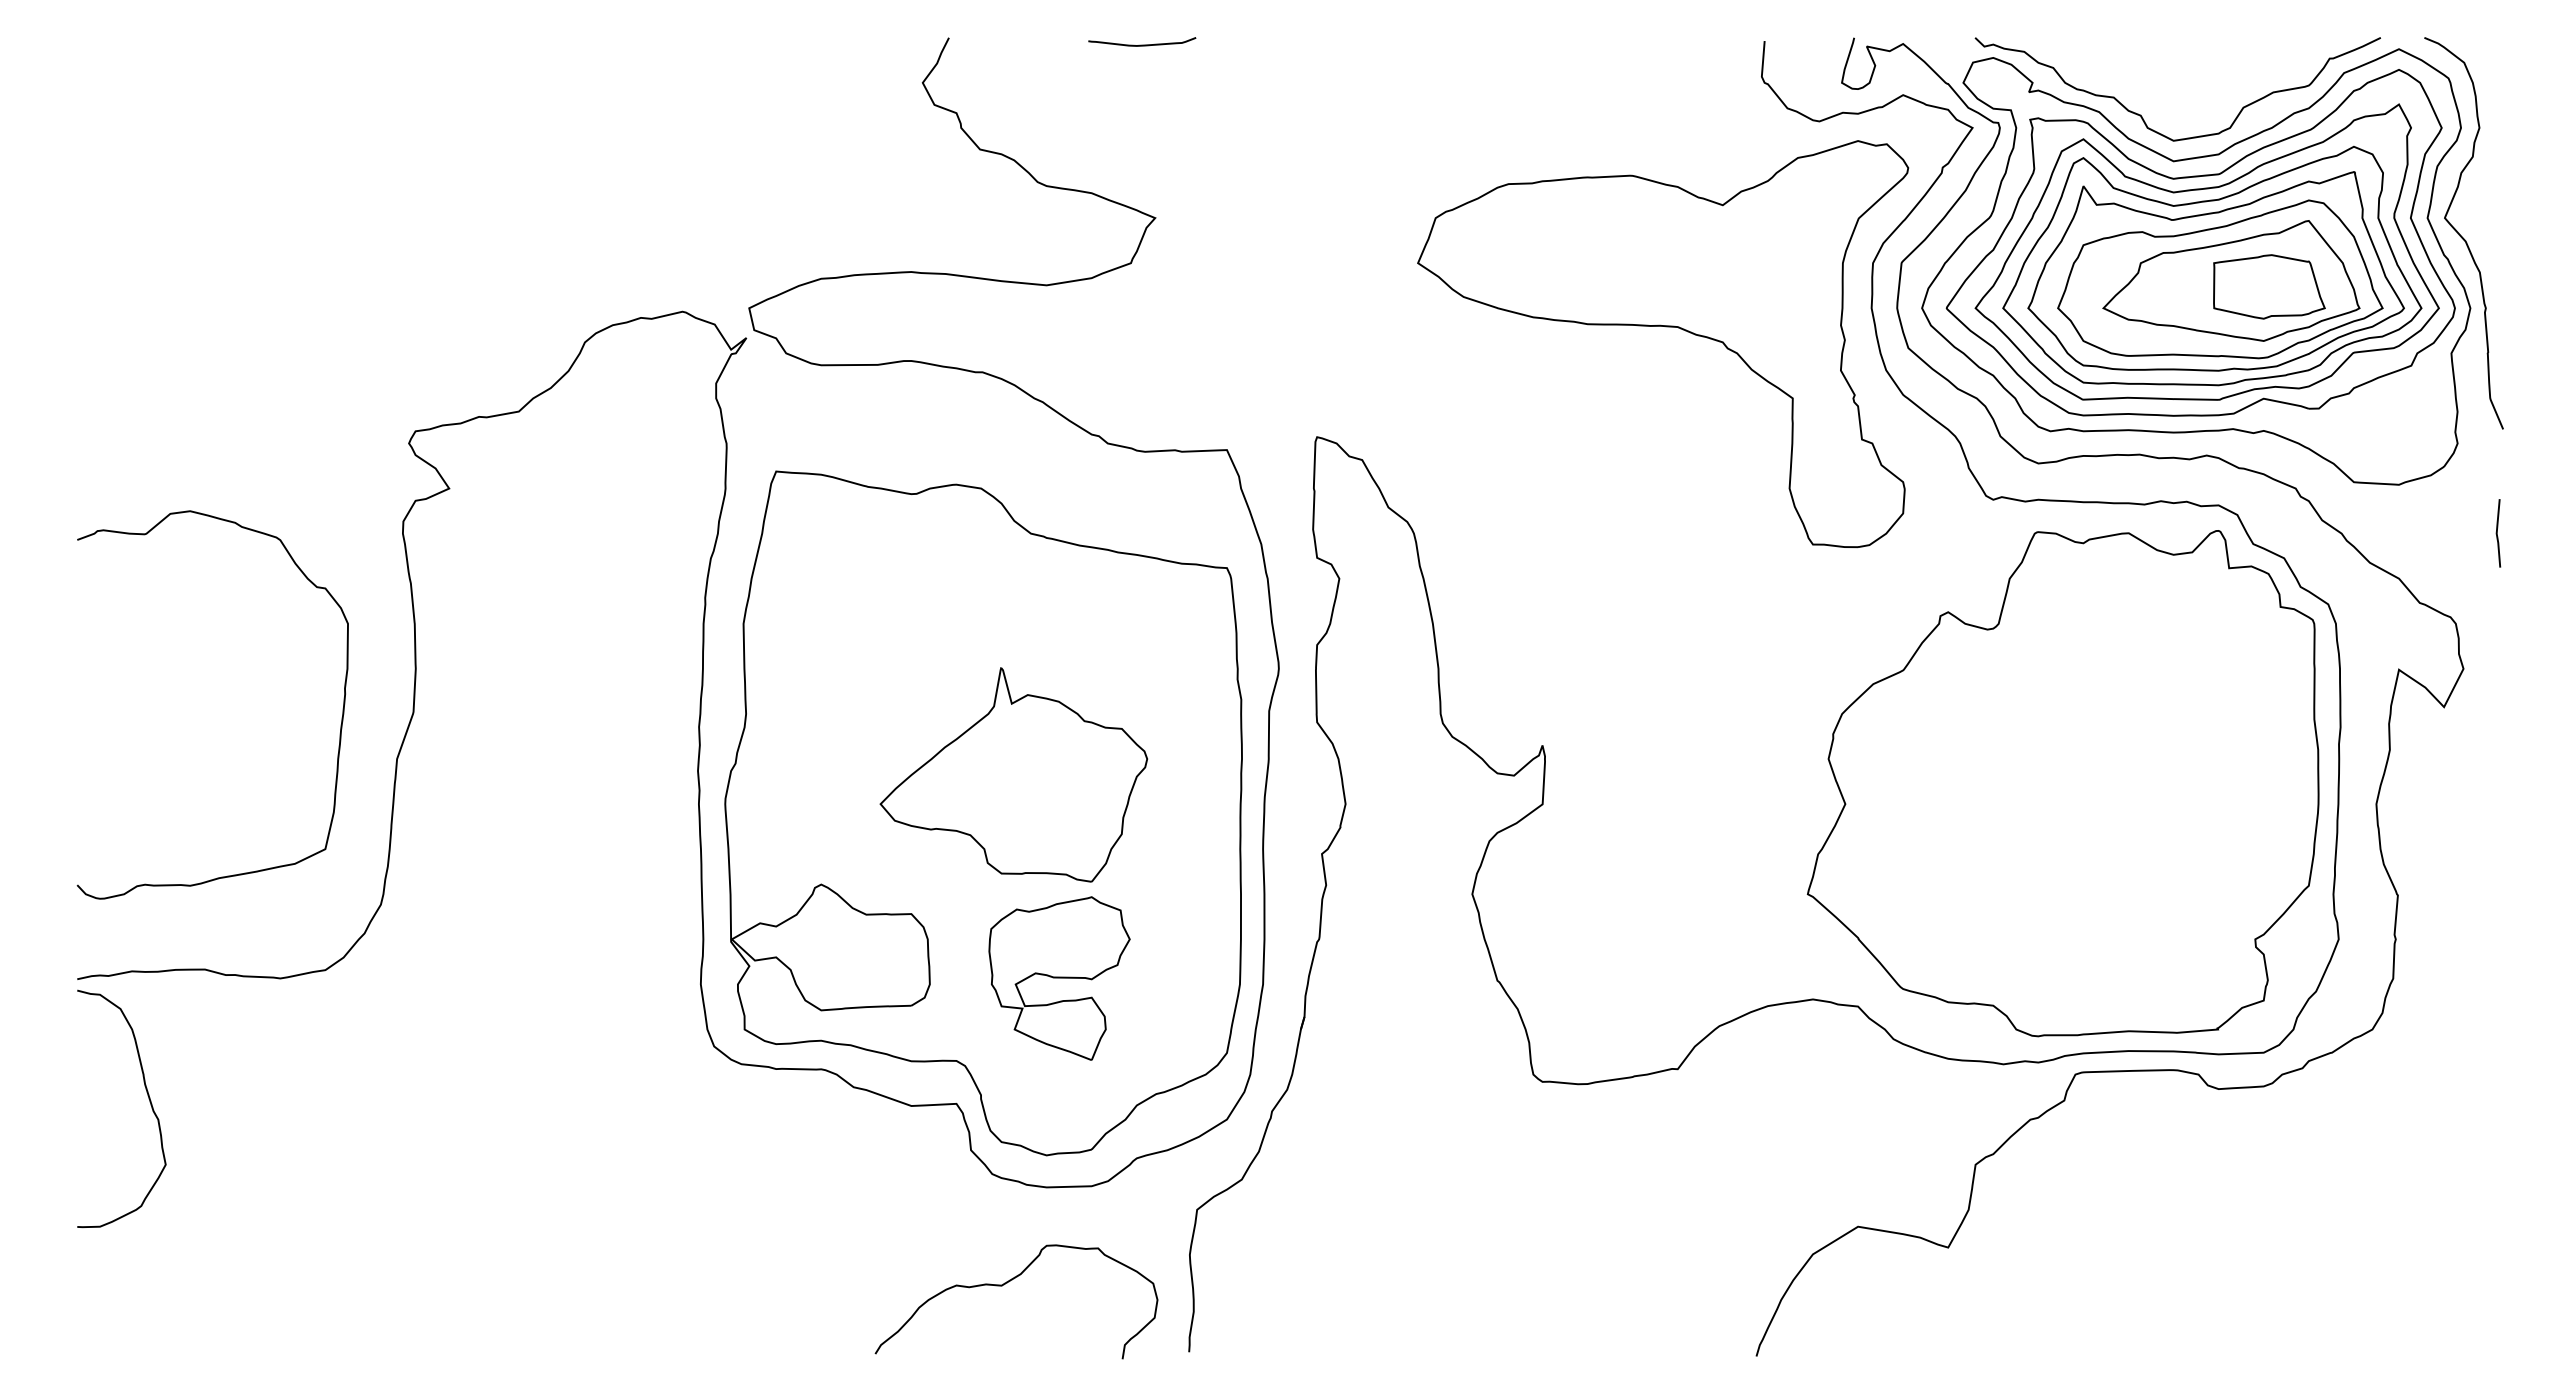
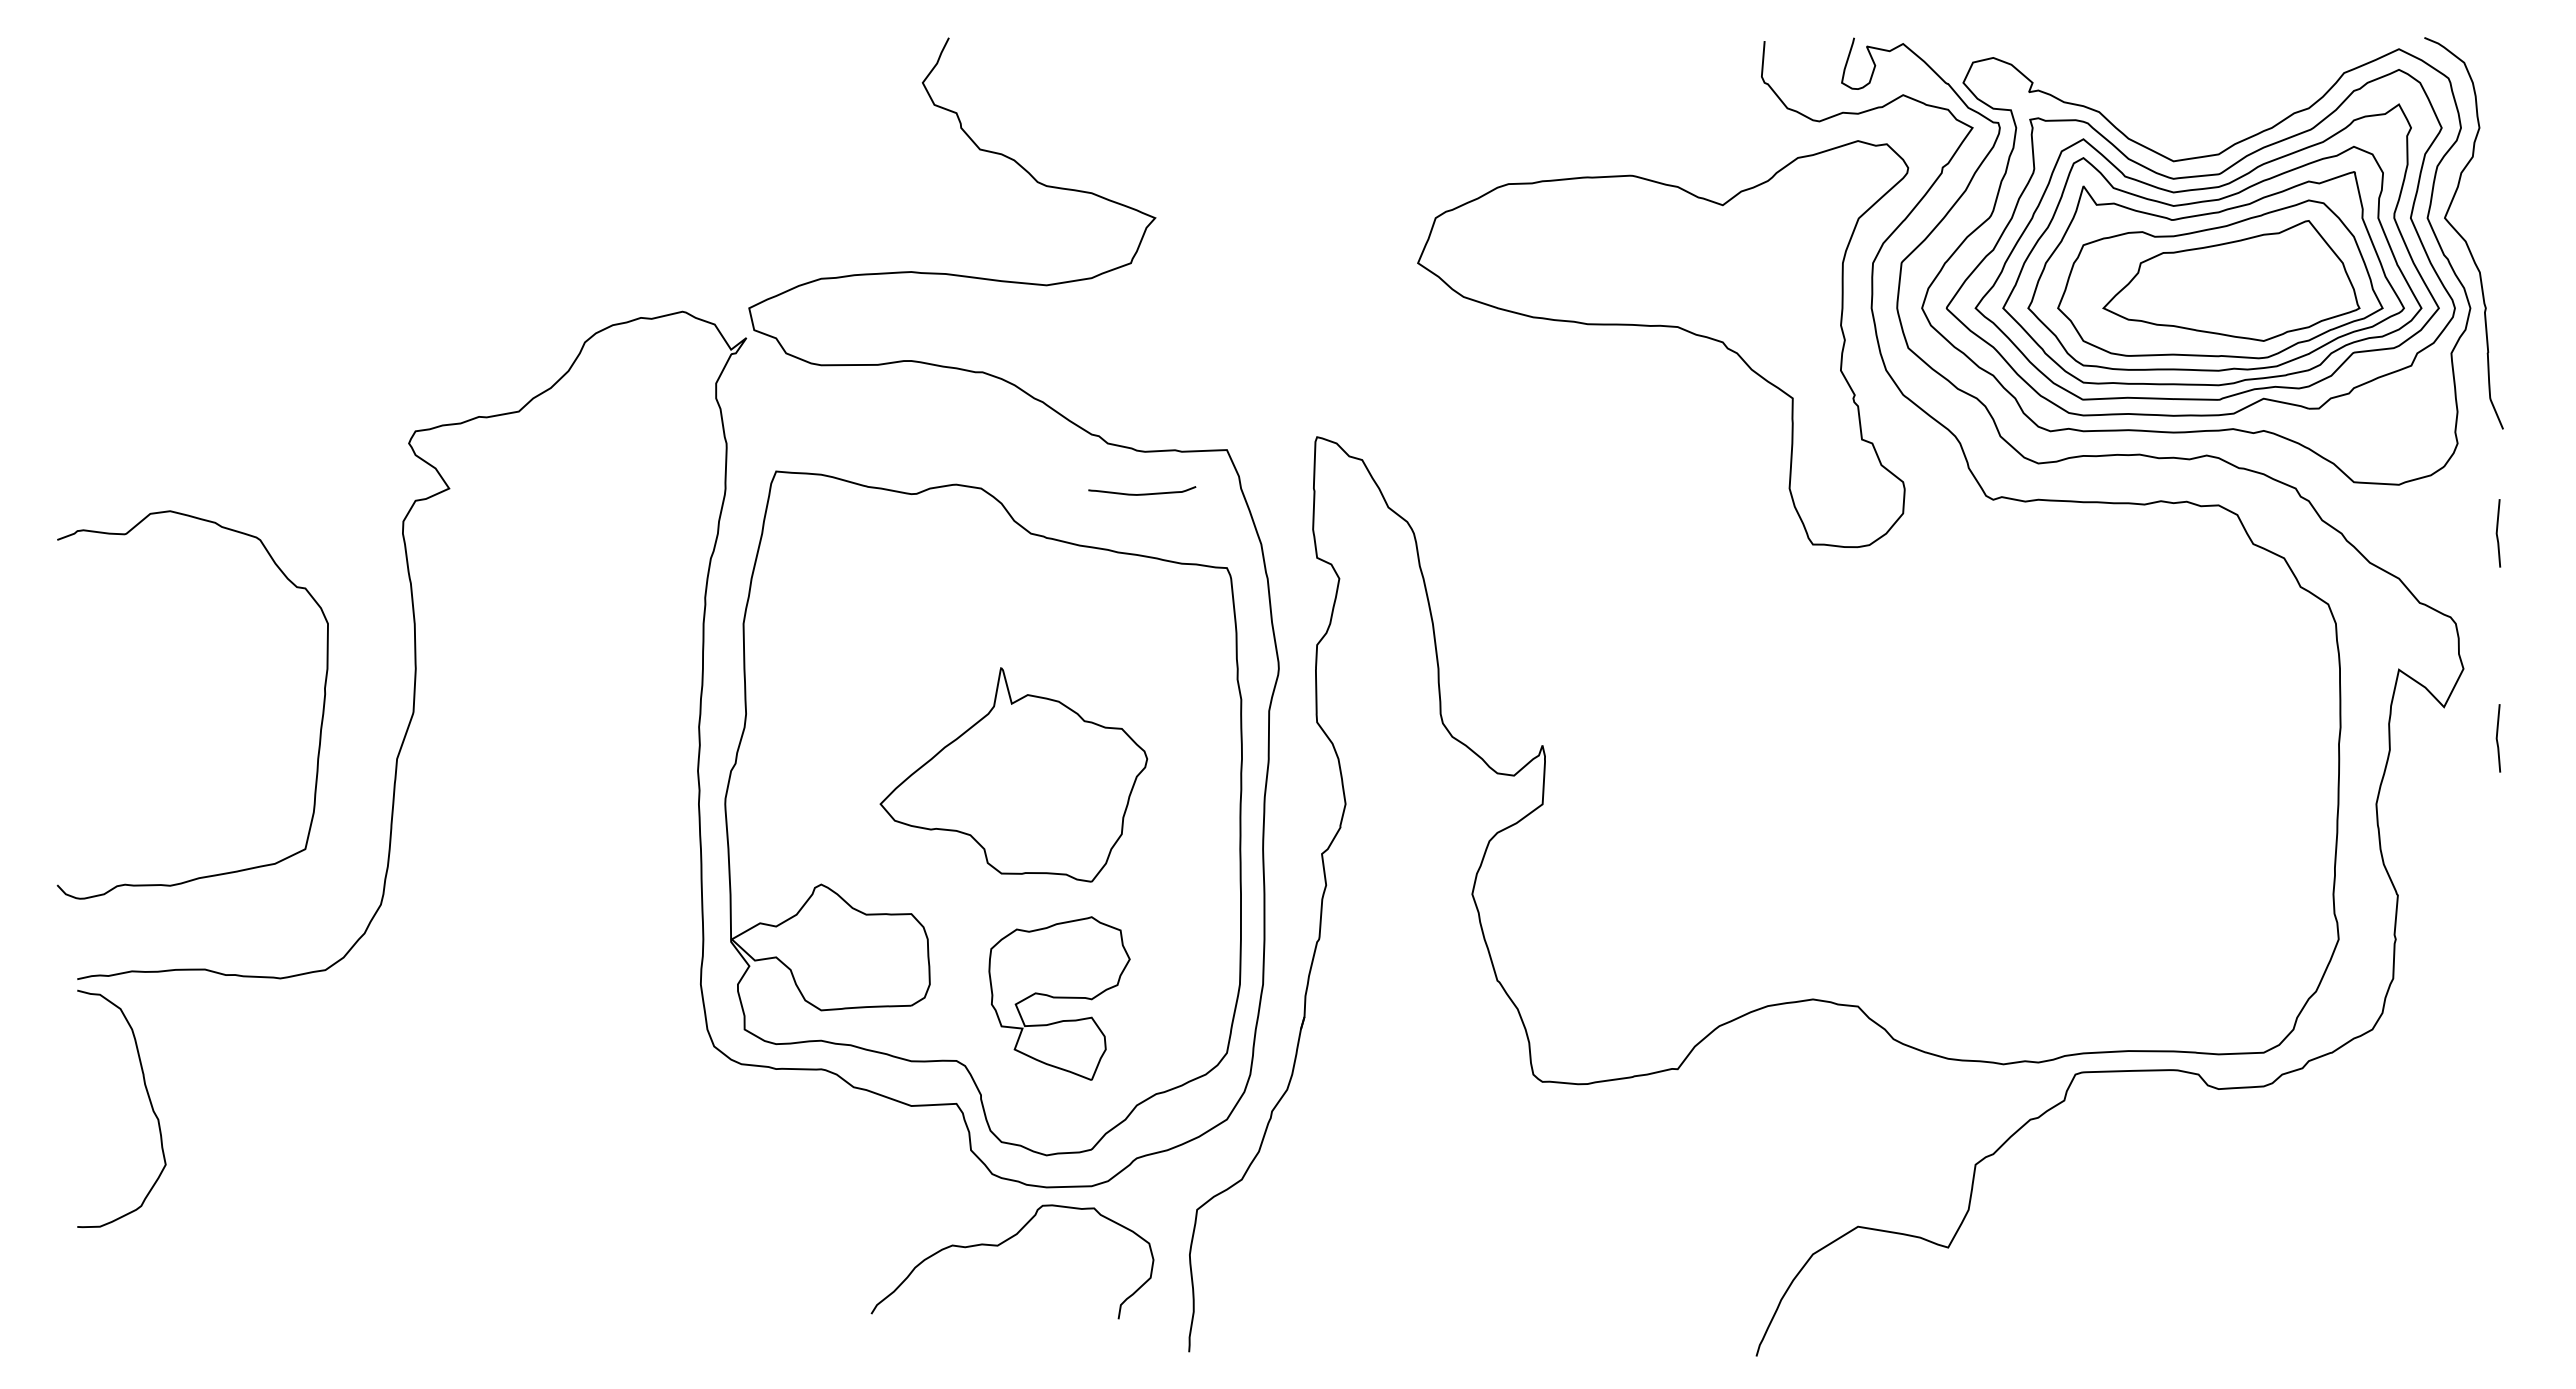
curve at (1142, 44) position: (1142, 44) -> (1142, 493)
curve at (2142, 116): present -> none
part at (2269, 286): present -> none
curve at (340, 724) position: (340, 724) -> (320, 724)
line at (2497, 738): none -> present
part at (2062, 783): present -> none
part at (1059, 978) position: (1059, 978) -> (1059, 998)
curve at (1007, 1283) position: (1007, 1283) -> (1003, 1243)
